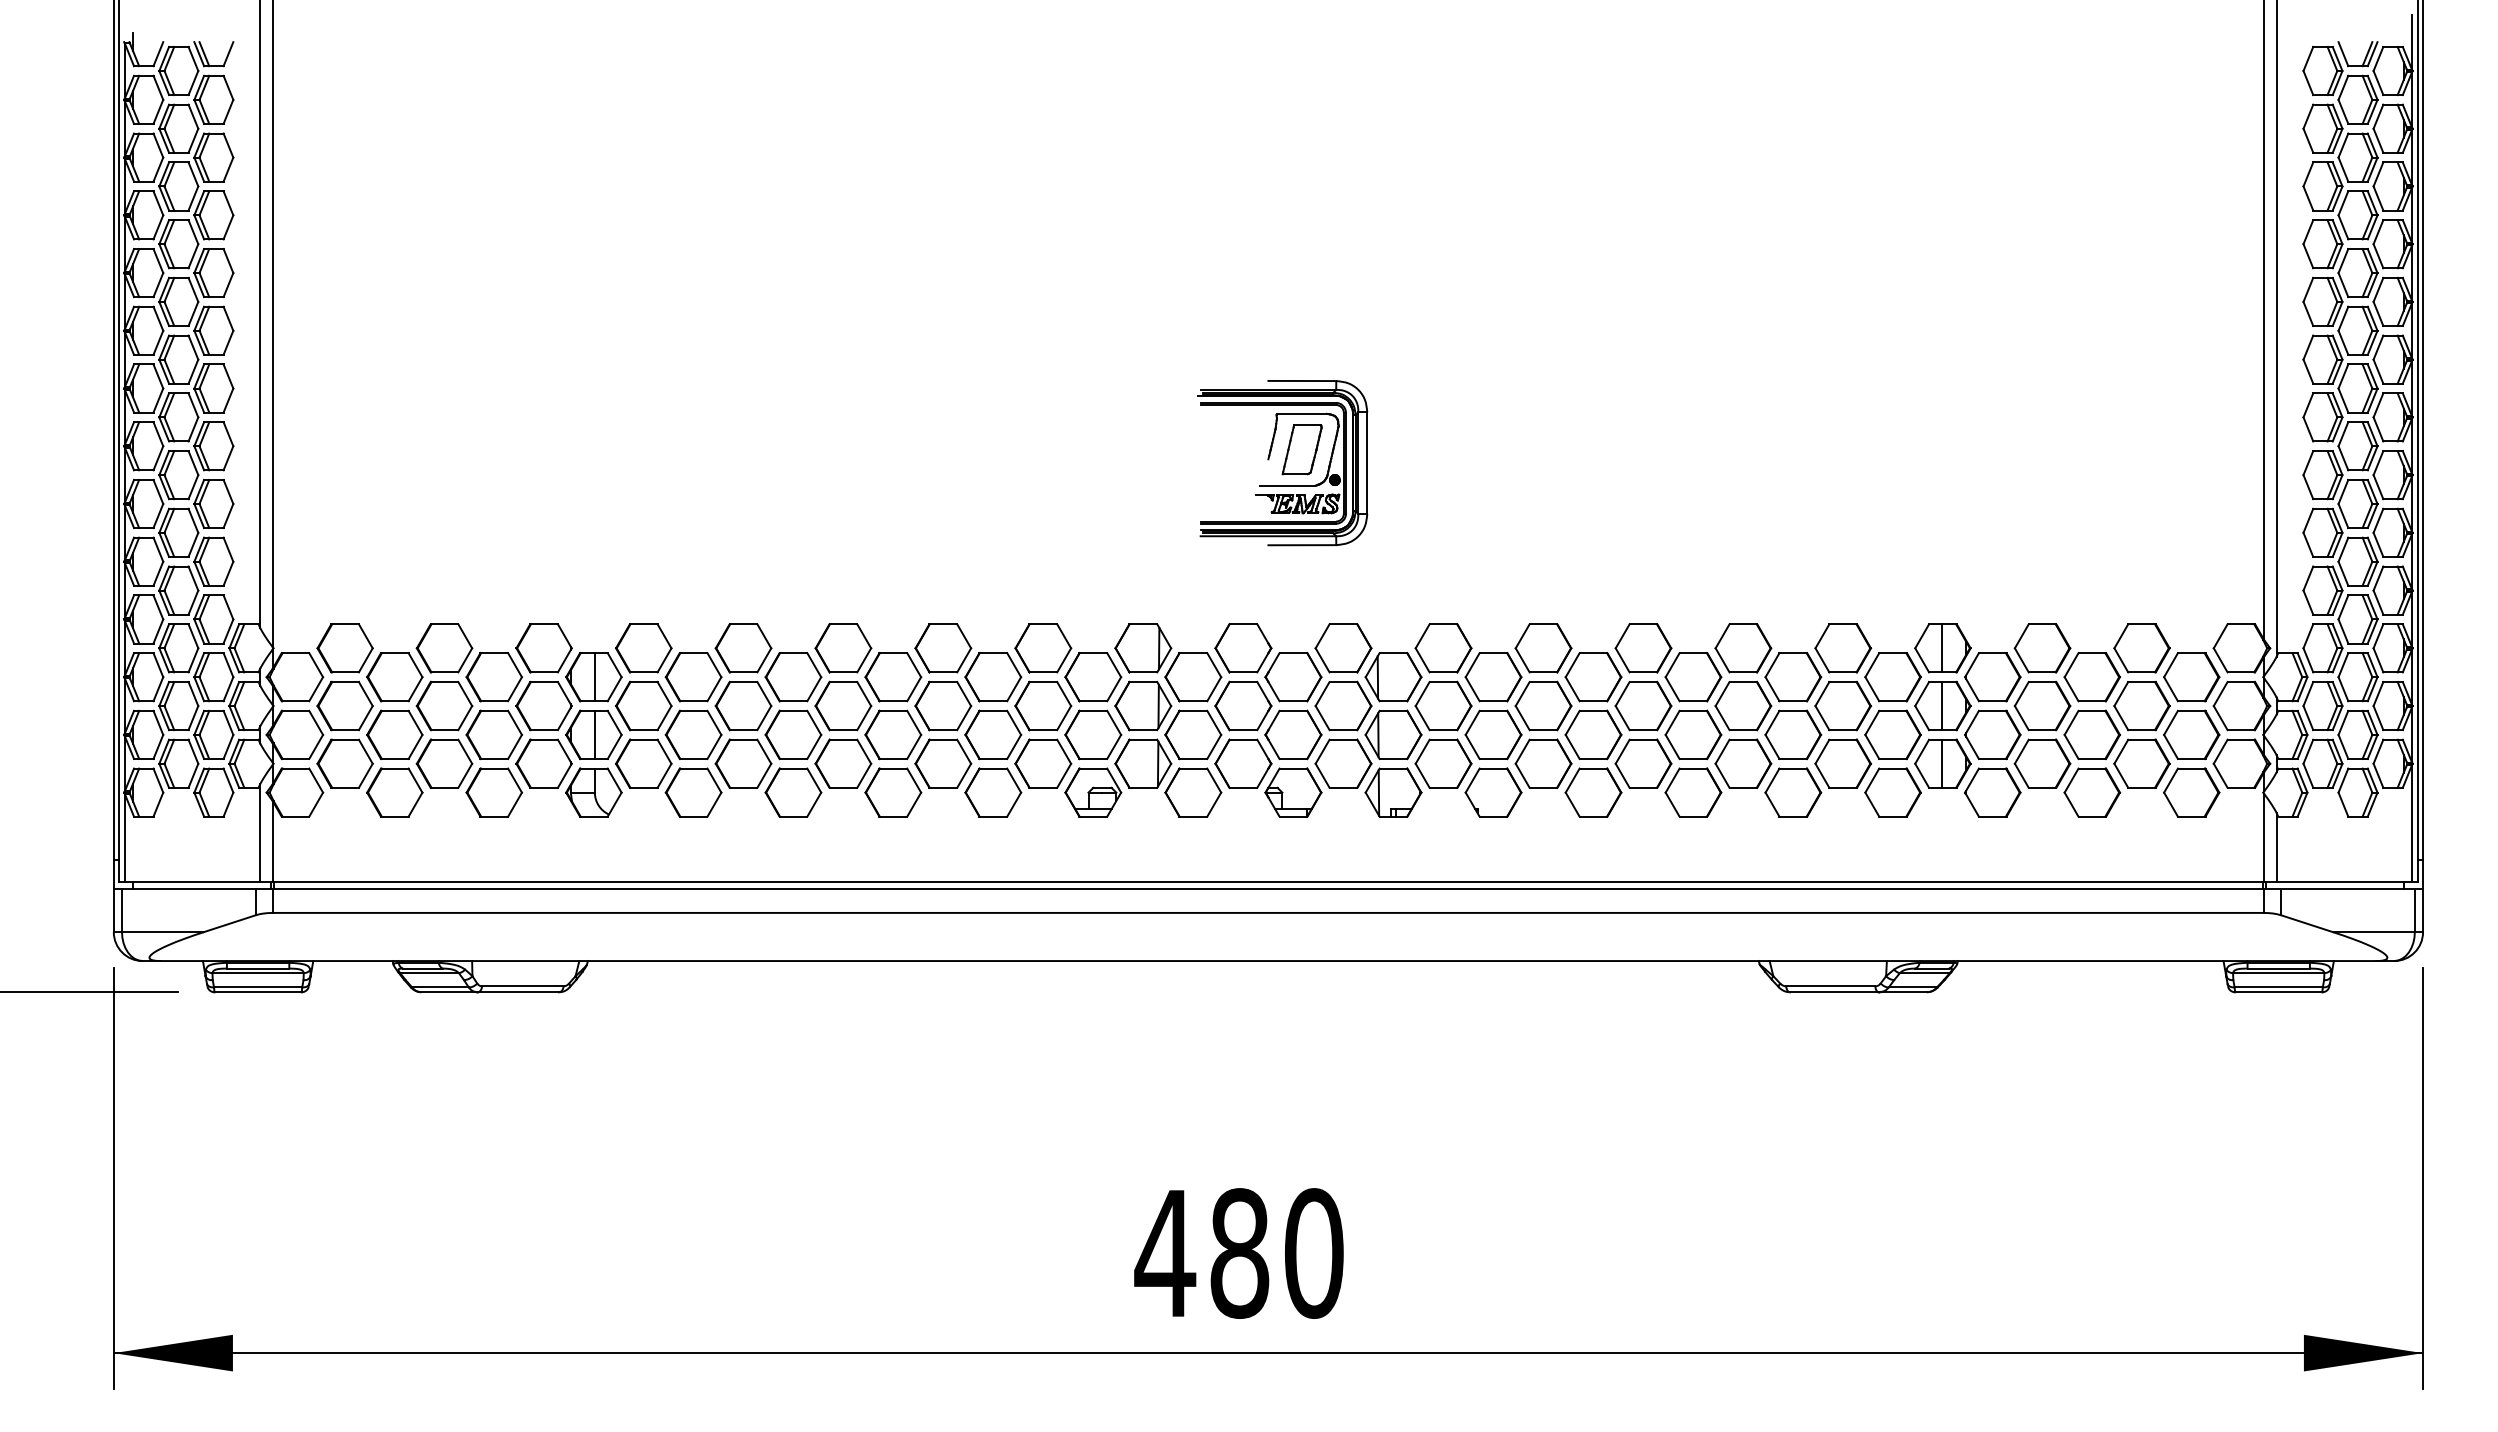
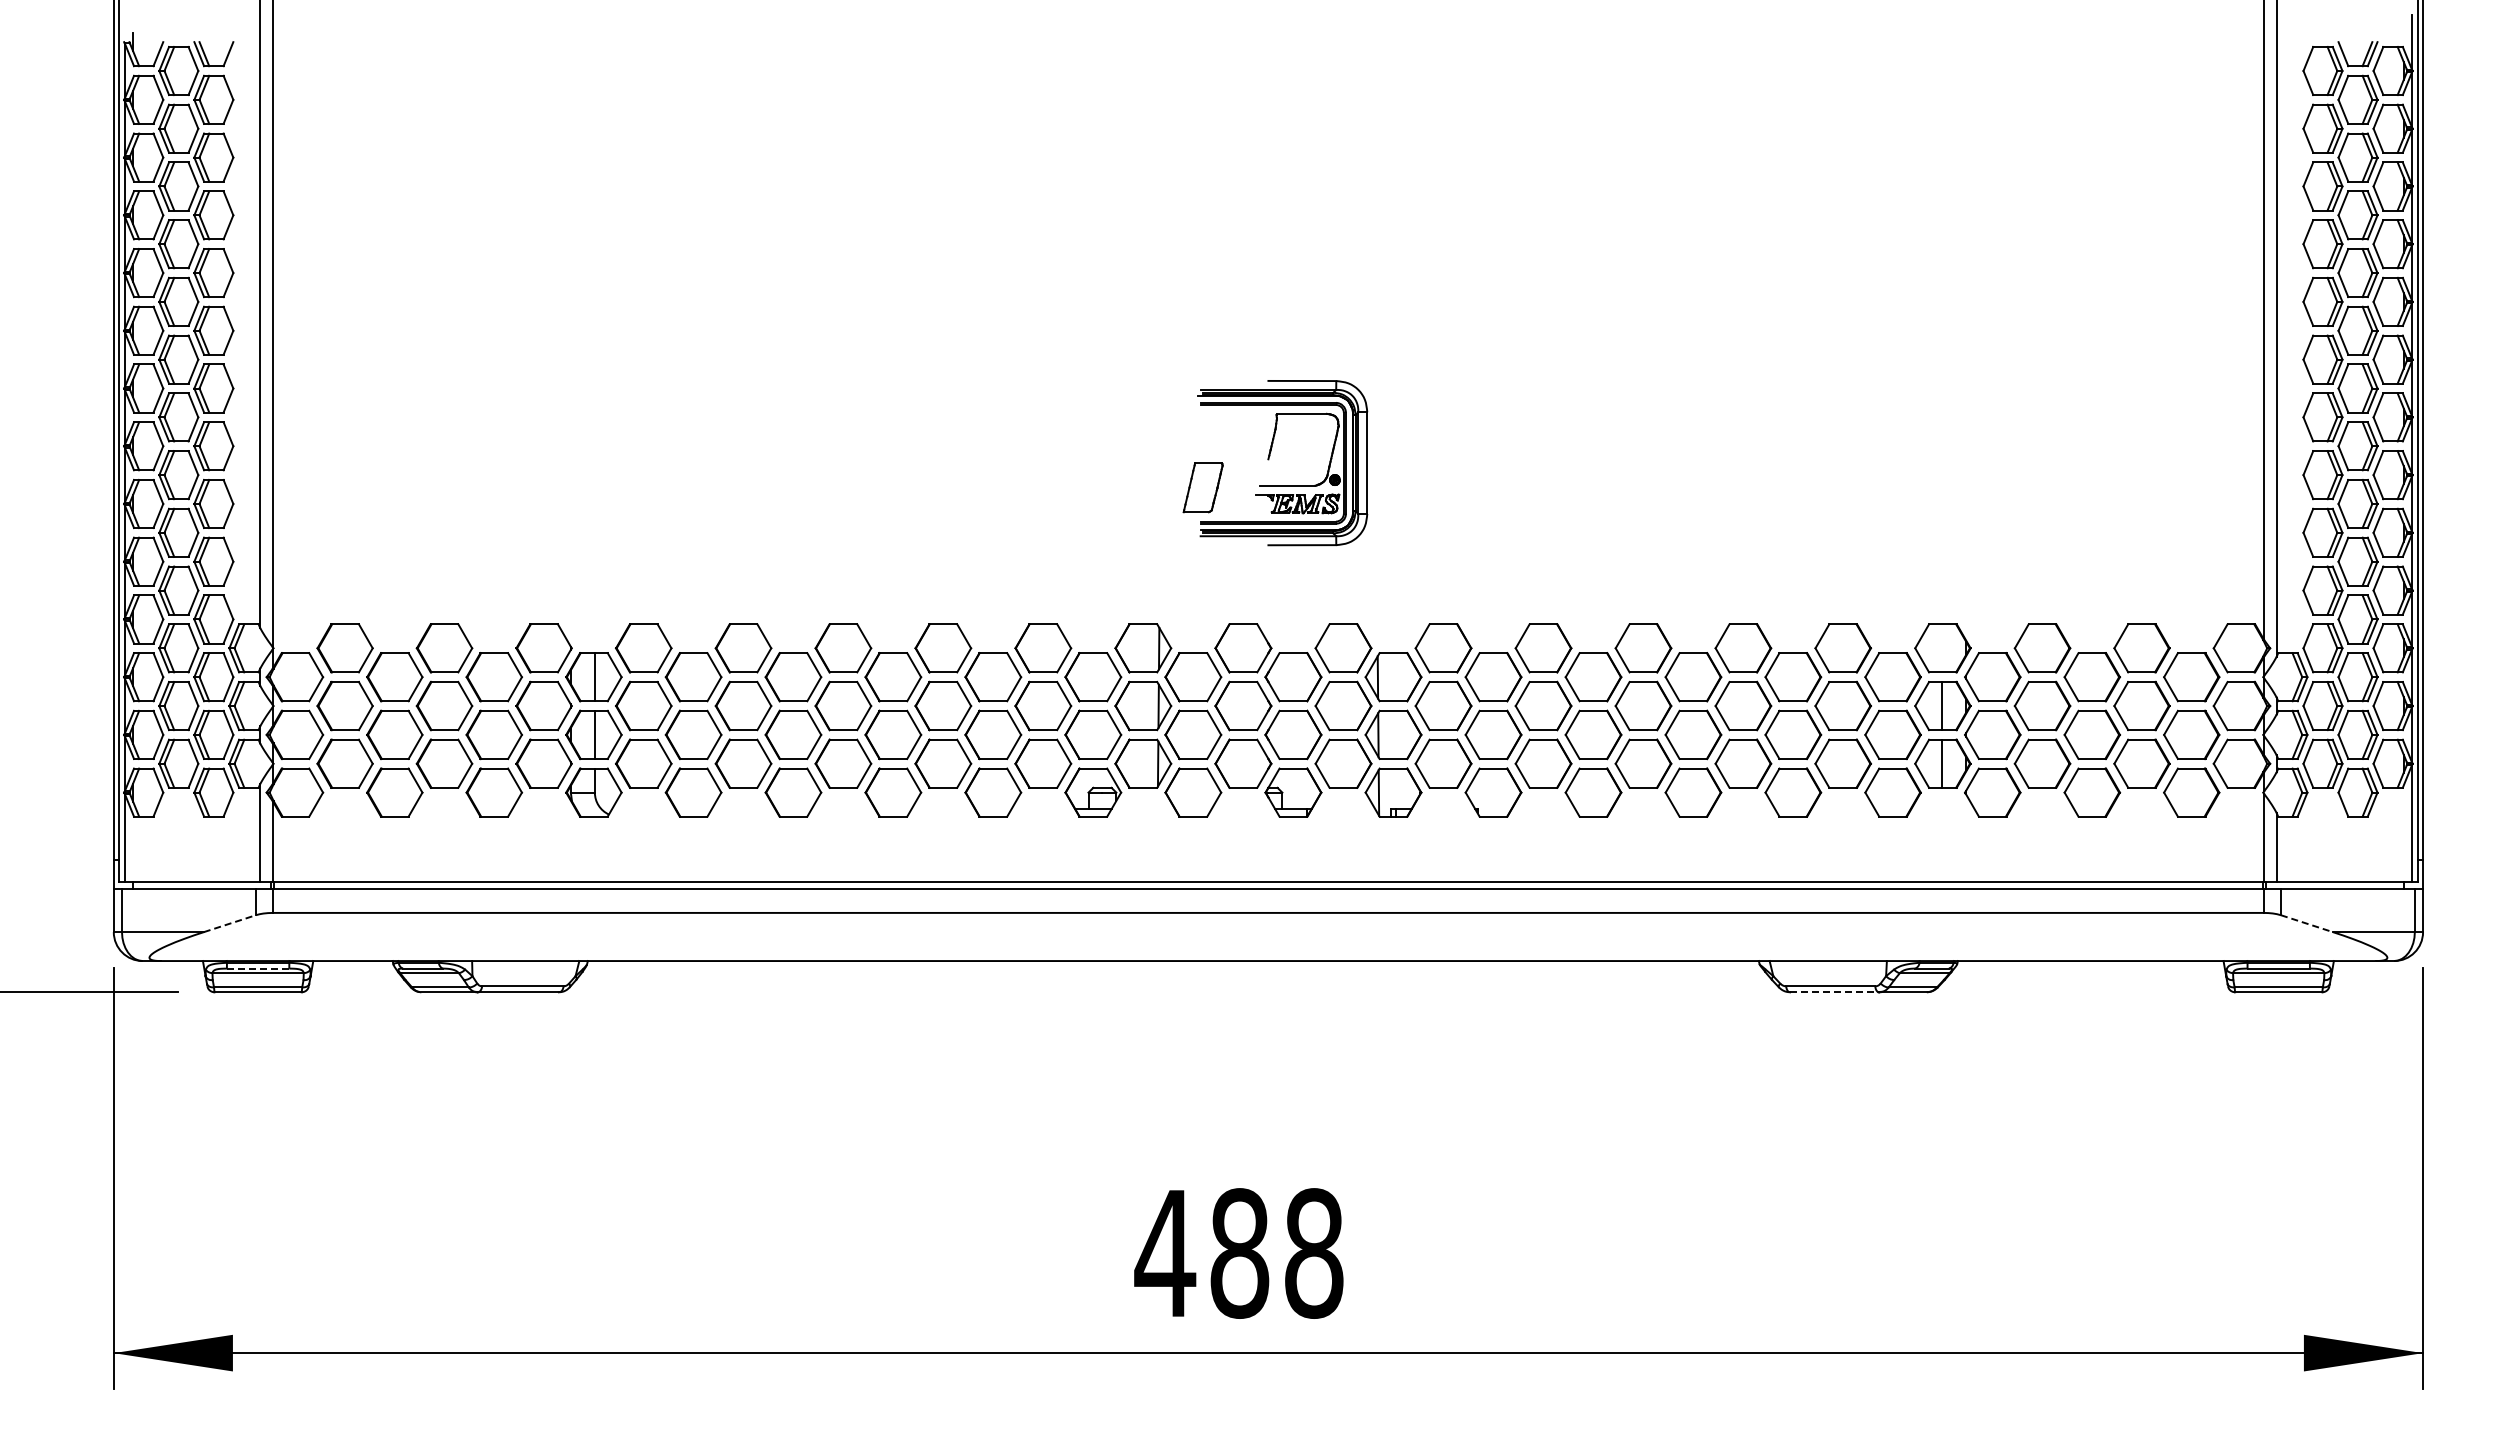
part at (1301, 449) position: (1301, 449) -> (1202, 487)
line at (1941, 648): present -> none
line at (230, 923): solid -> dashed
line at (2307, 923): solid -> dashed
line at (258, 968): solid -> dashed
line at (1834, 992): solid -> dashed
text at (1314, 1253): 480 -> 488
